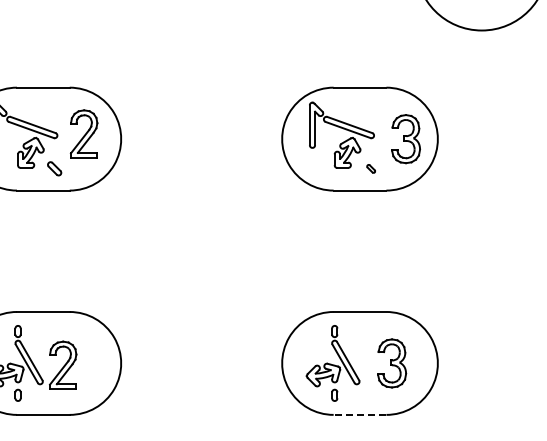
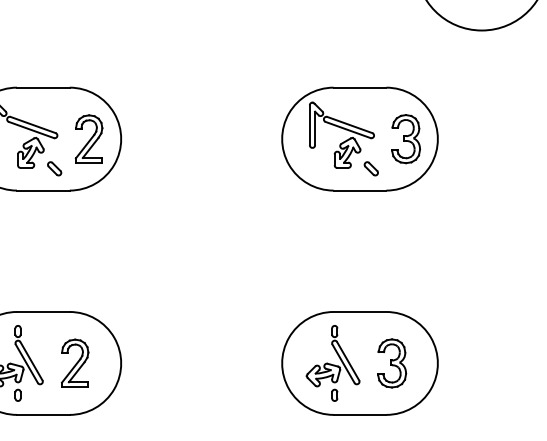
part at (83, 133) position: (83, 133) -> (88, 138)
part at (370, 168) size: 10x10 px -> 16x16 px
part at (63, 364) position: (63, 364) -> (75, 362)
line at (359, 414): dashed -> solid
